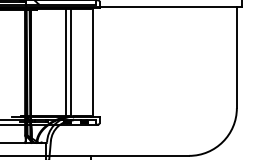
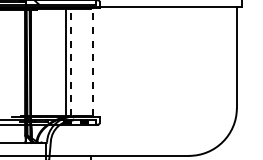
line at (70, 62): solid -> dashed
line at (93, 62): solid -> dashed
